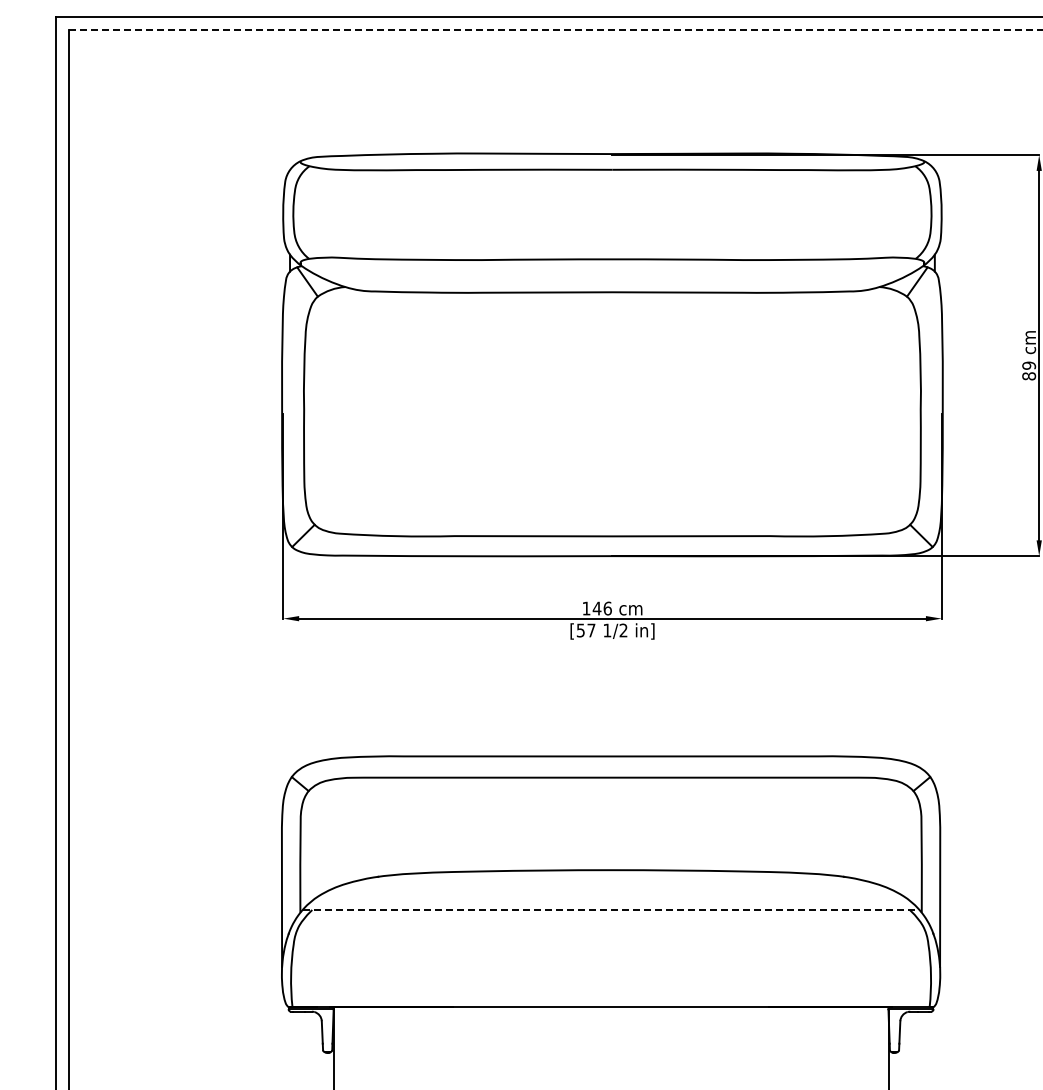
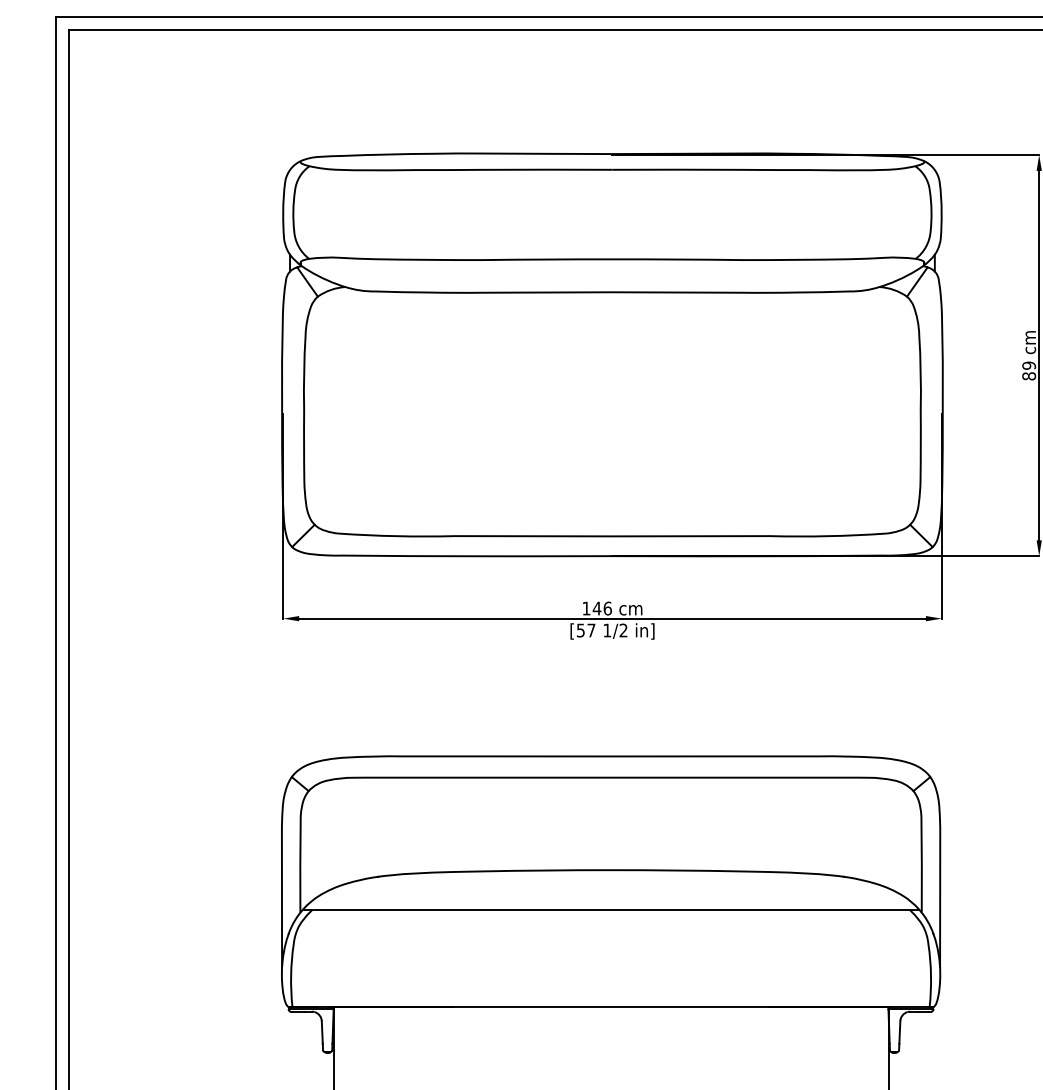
line at (555, 30): dashed -> solid
line at (611, 910): dashed -> solid
